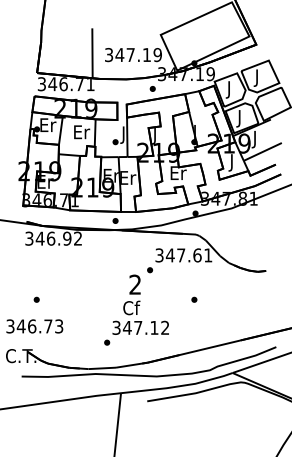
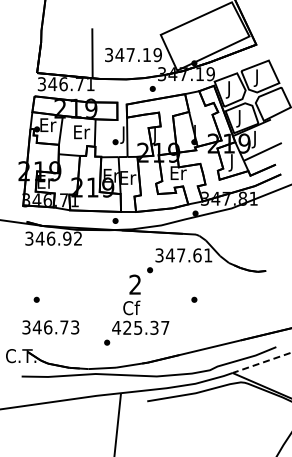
text at (34, 326) position: (34, 326) -> (50, 327)
text at (140, 327): 347.12 -> 425.37
line at (261, 362): solid -> dashed
